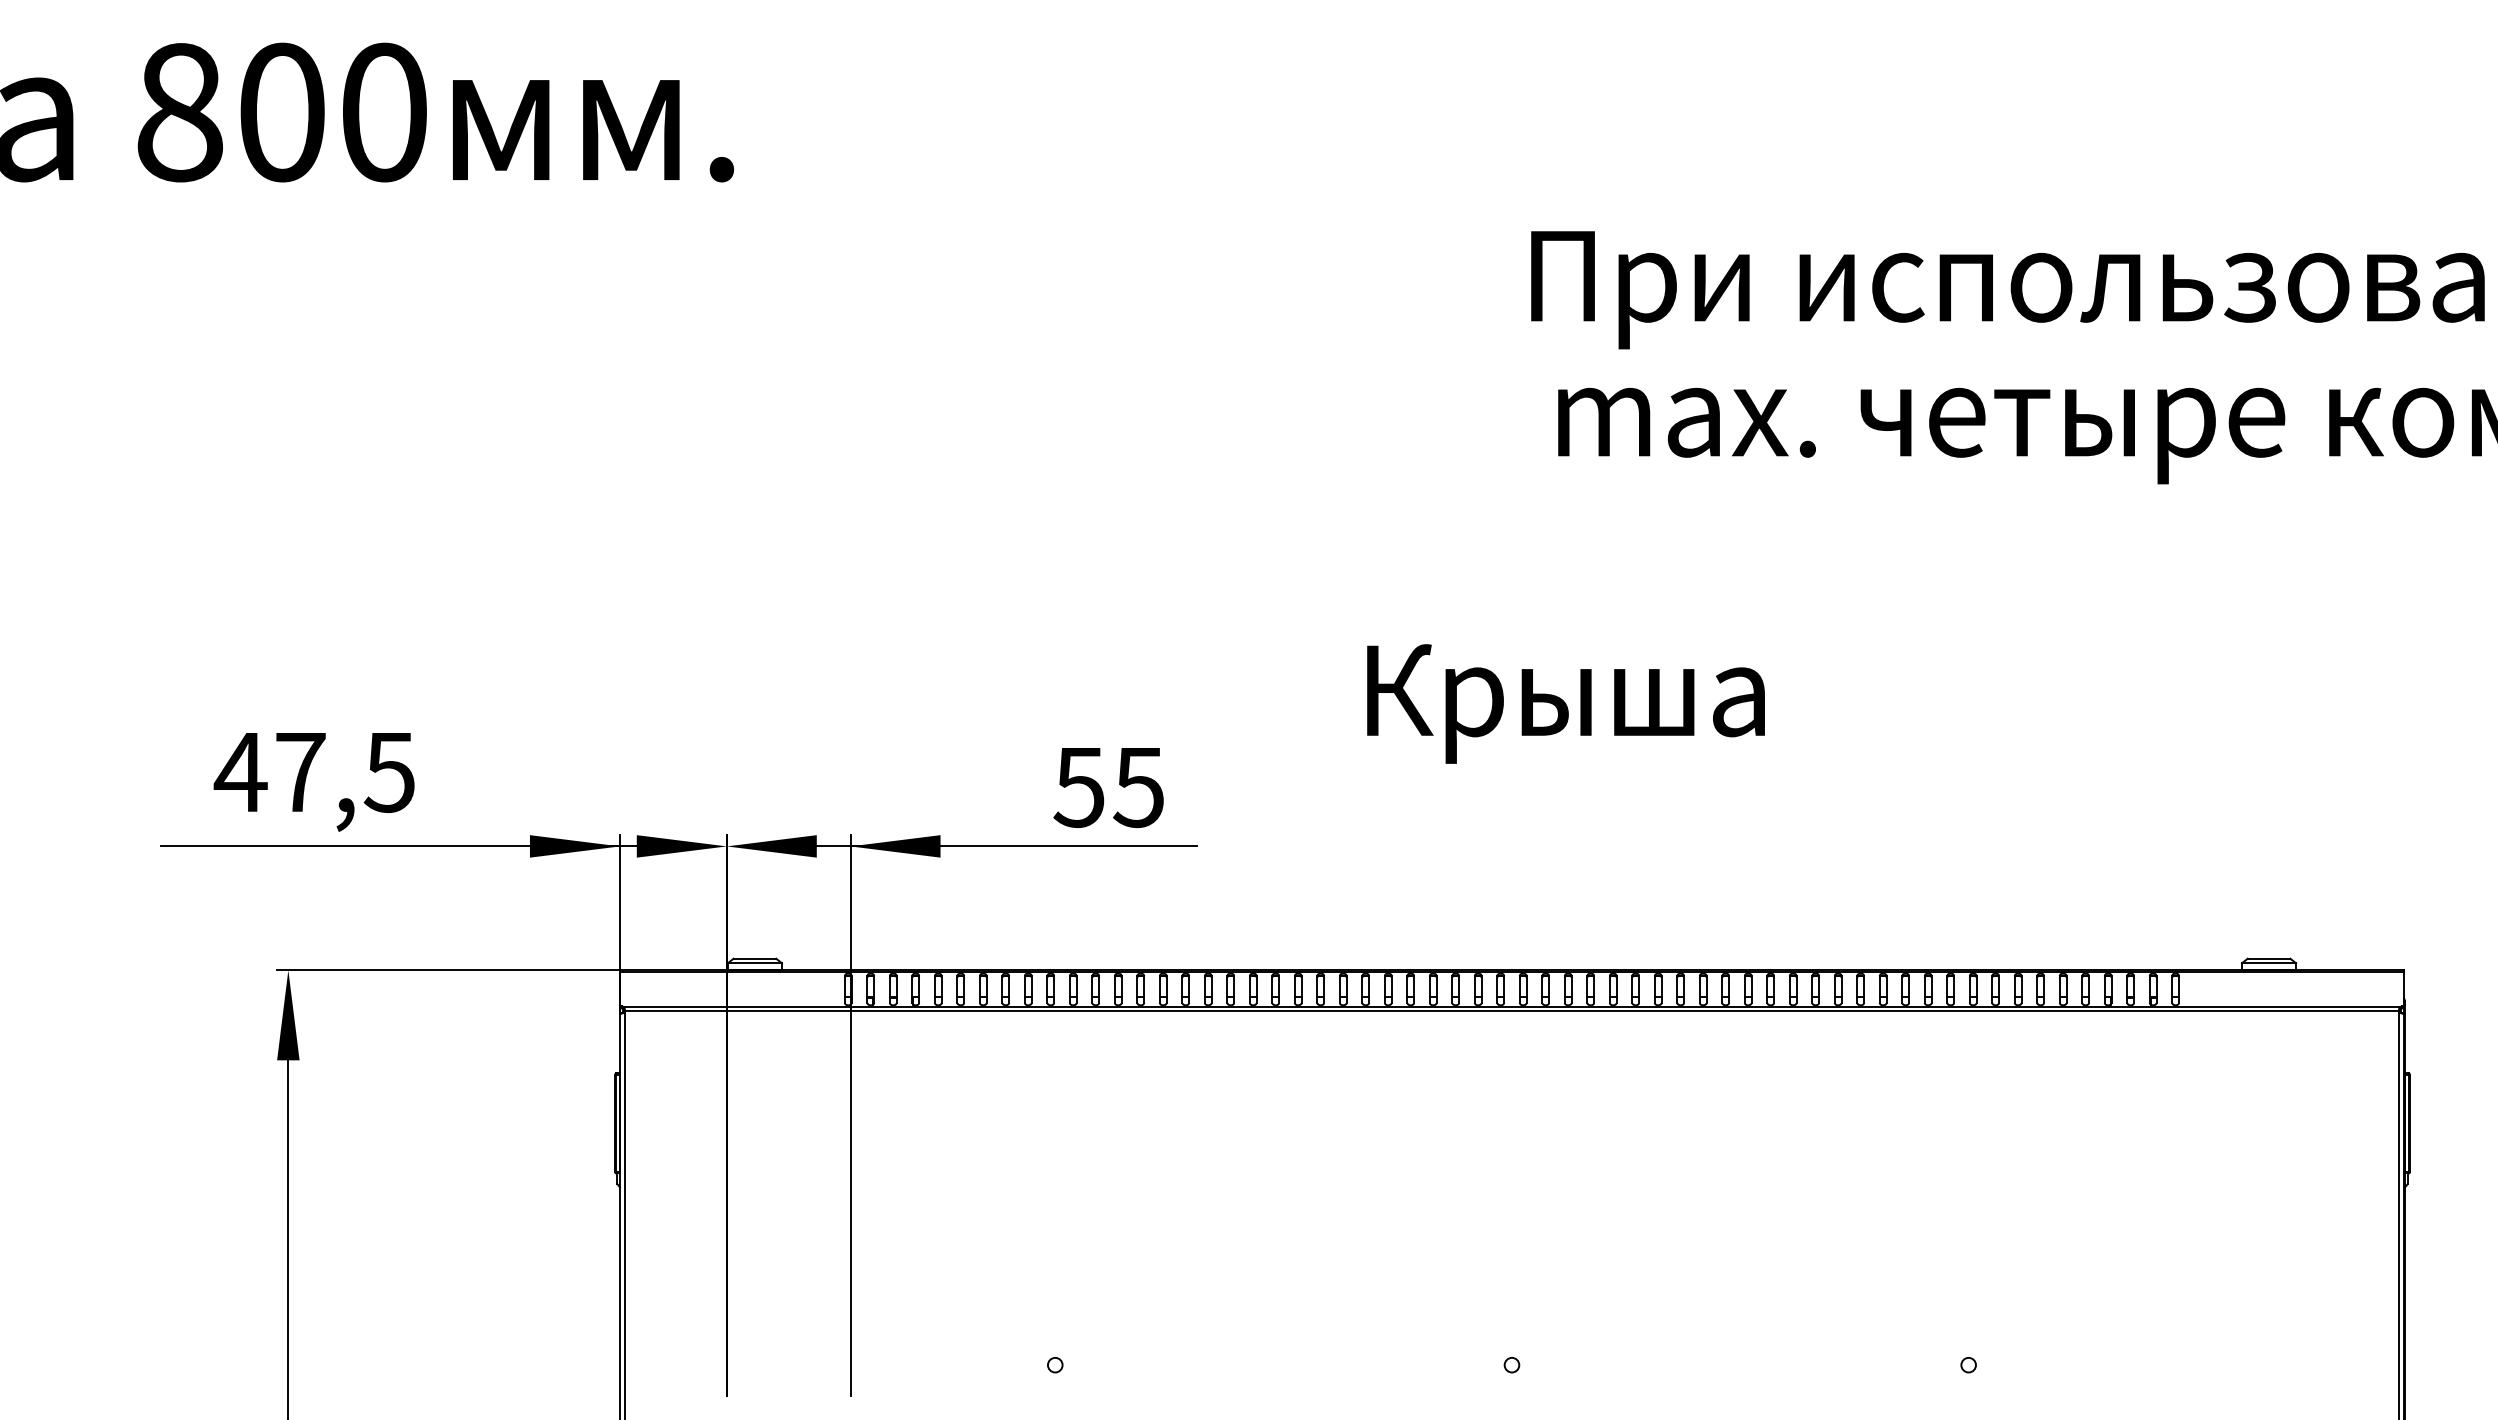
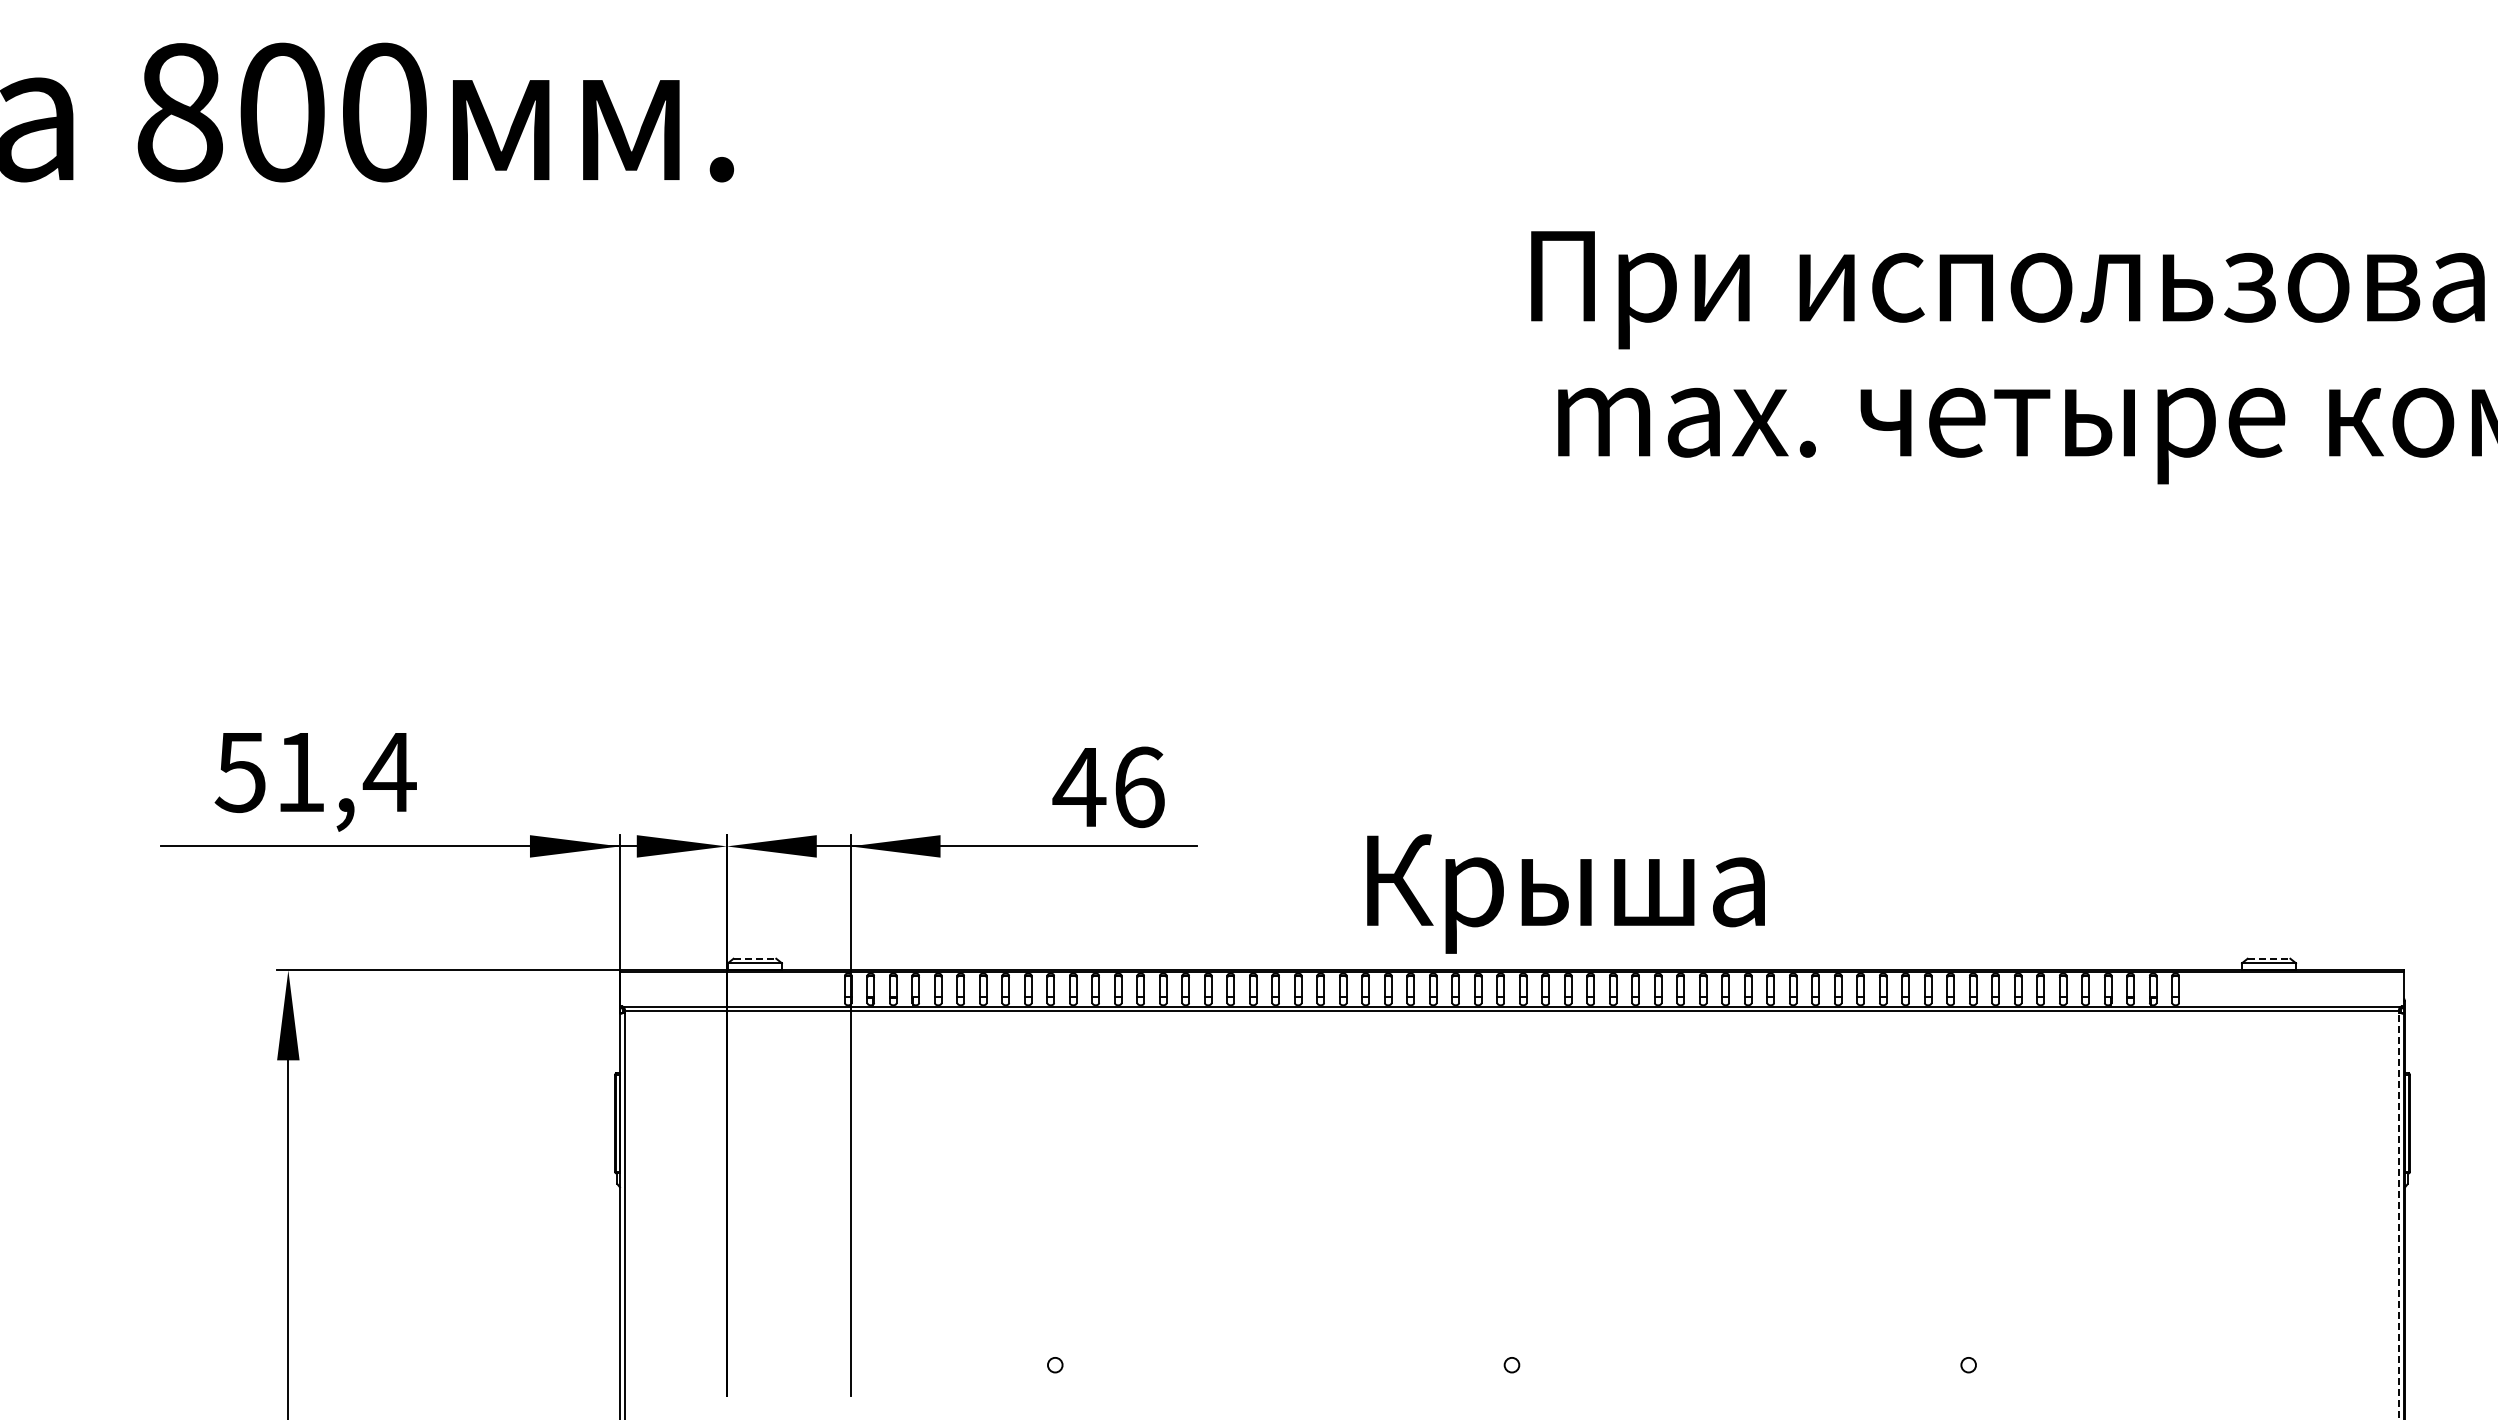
text at (1565, 703) position: (1565, 703) -> (1565, 893)
text at (314, 773): 47,5 -> 51,4
text at (1108, 787): 55 -> 46
line at (755, 958): solid -> dashed
line at (2269, 958): solid -> dashed
line at (2398, 1216): solid -> dashed
